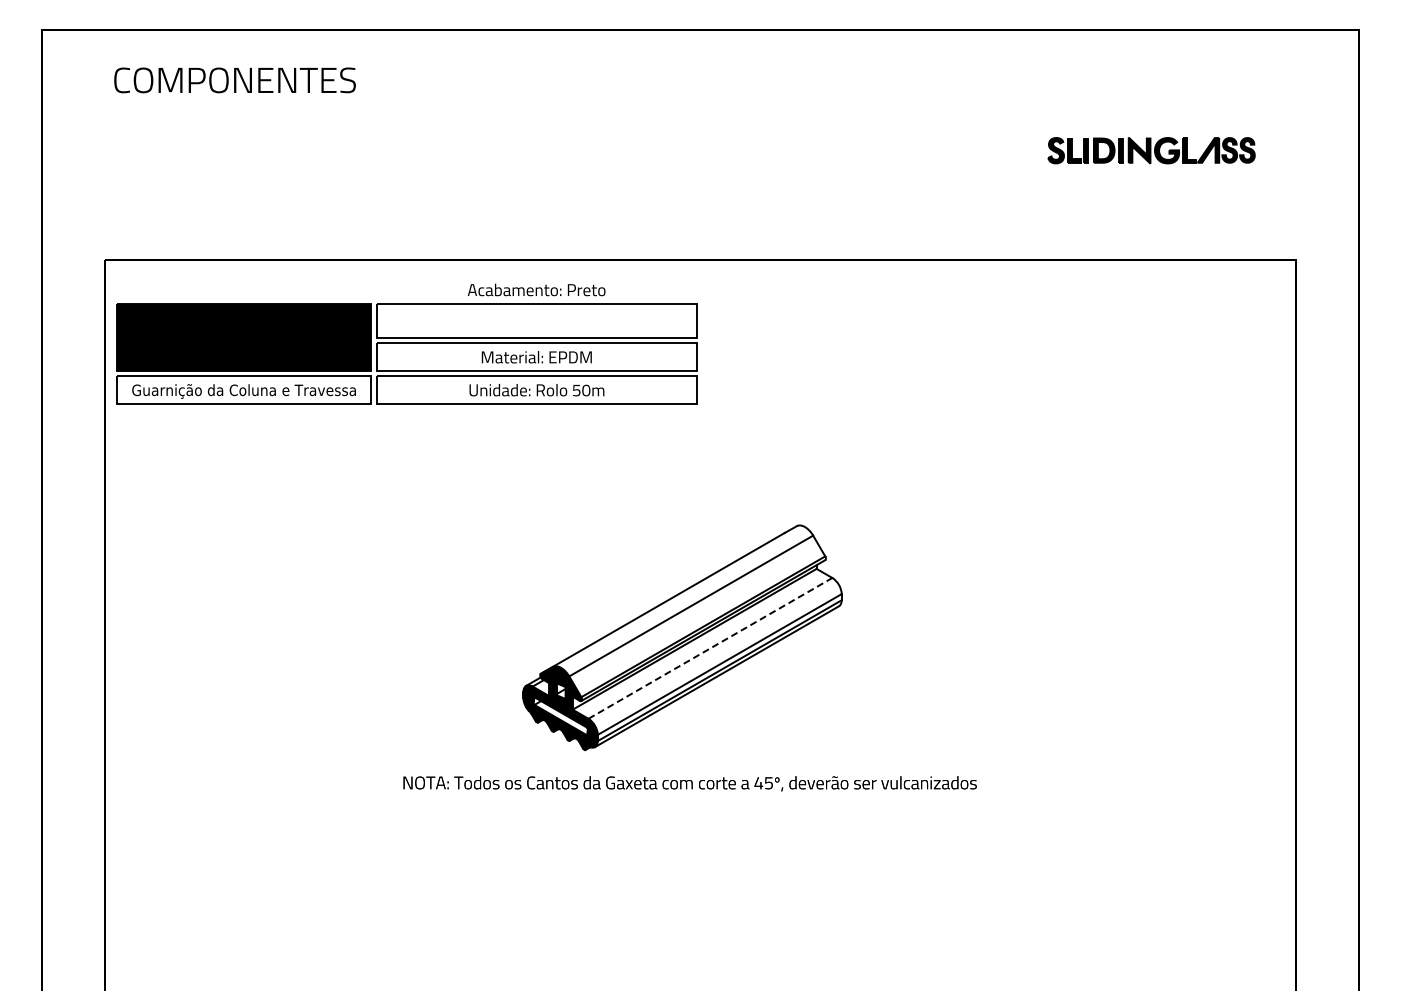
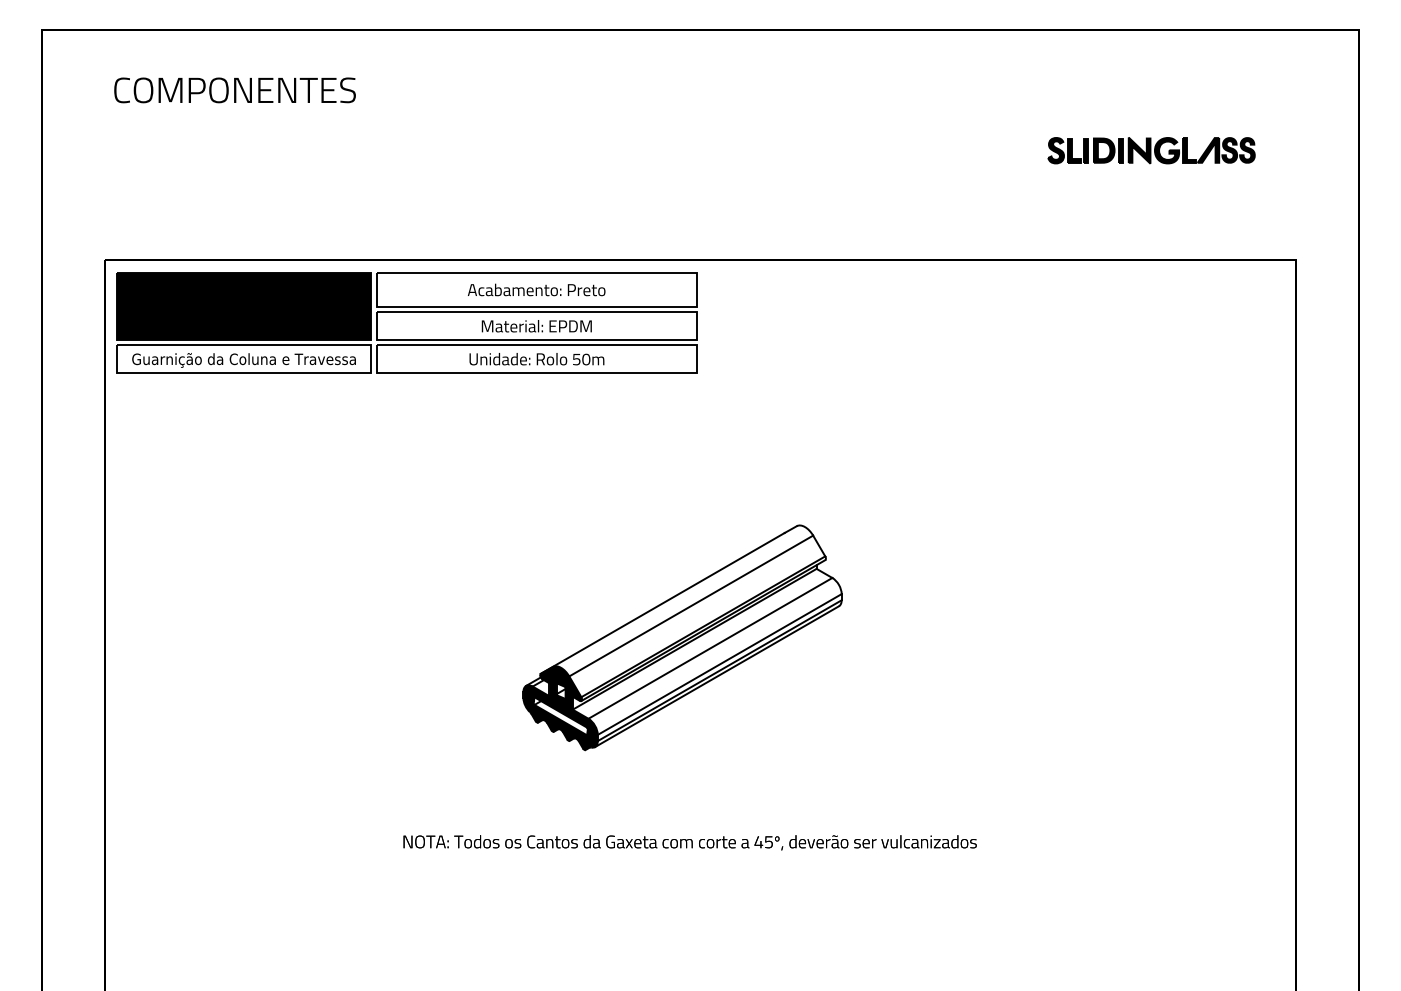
text at (234, 80) position: (234, 80) -> (234, 90)
part at (406, 353) position: (406, 353) -> (406, 322)
line at (710, 648): dashed -> solid
text at (689, 783) position: (689, 783) -> (689, 842)
